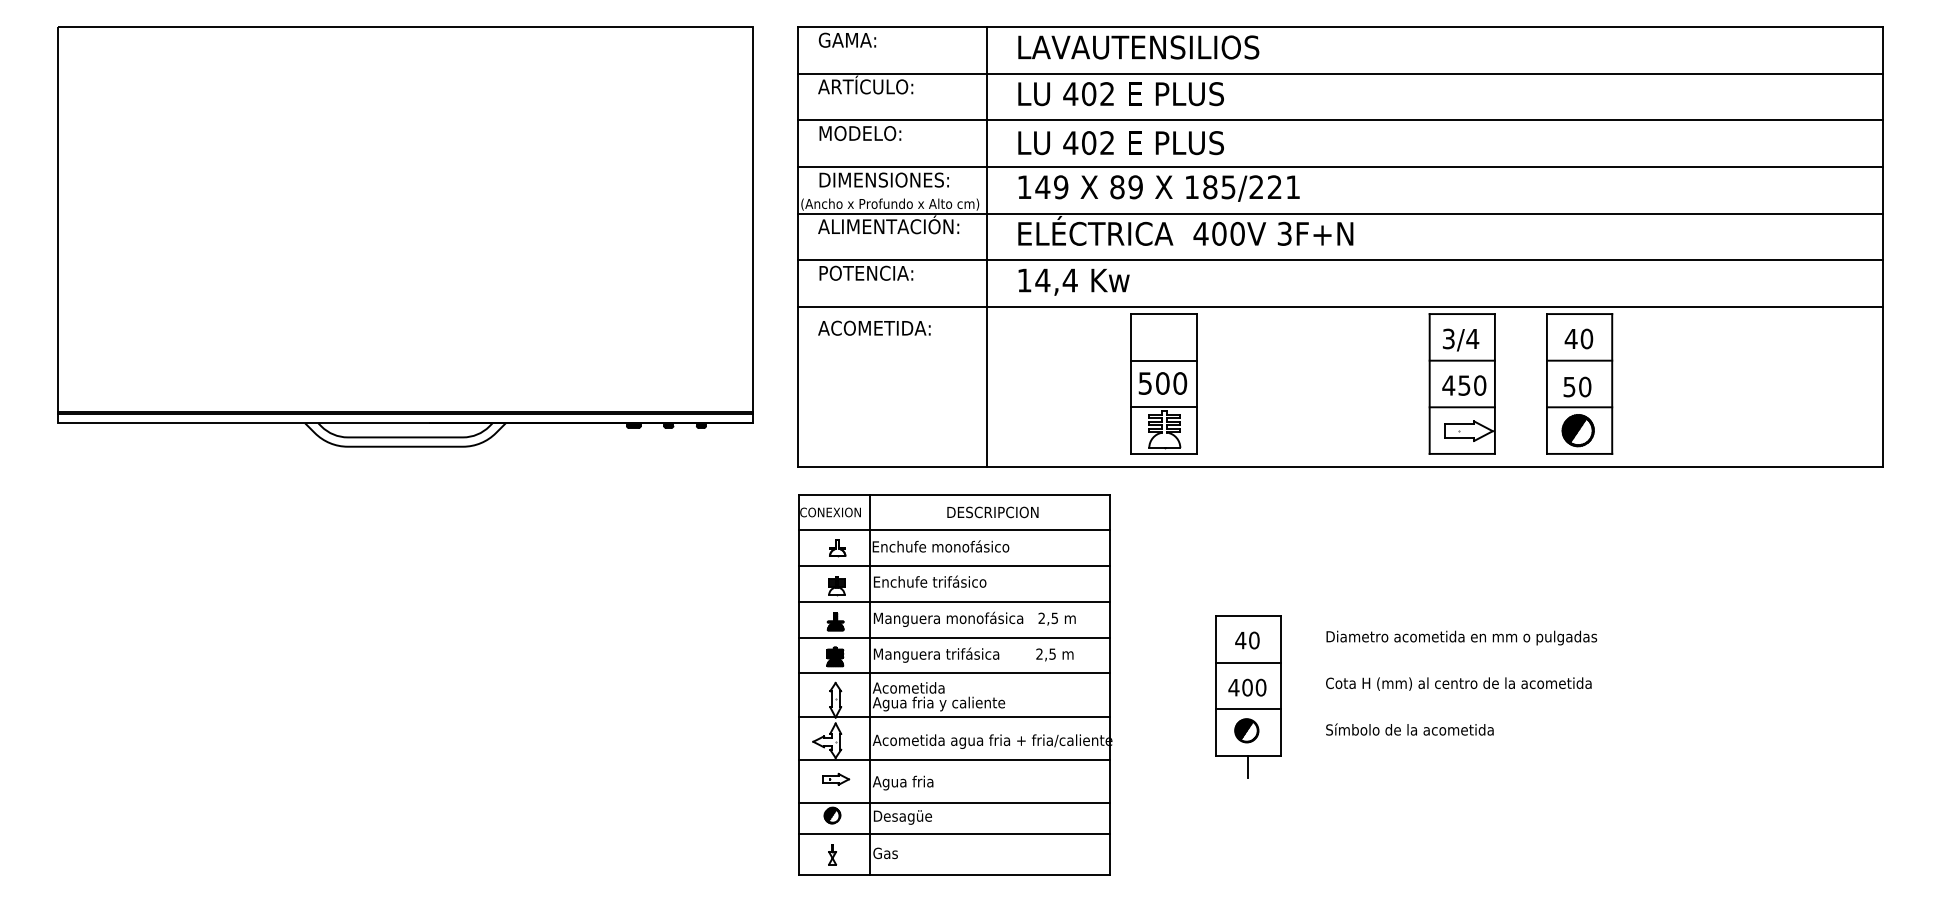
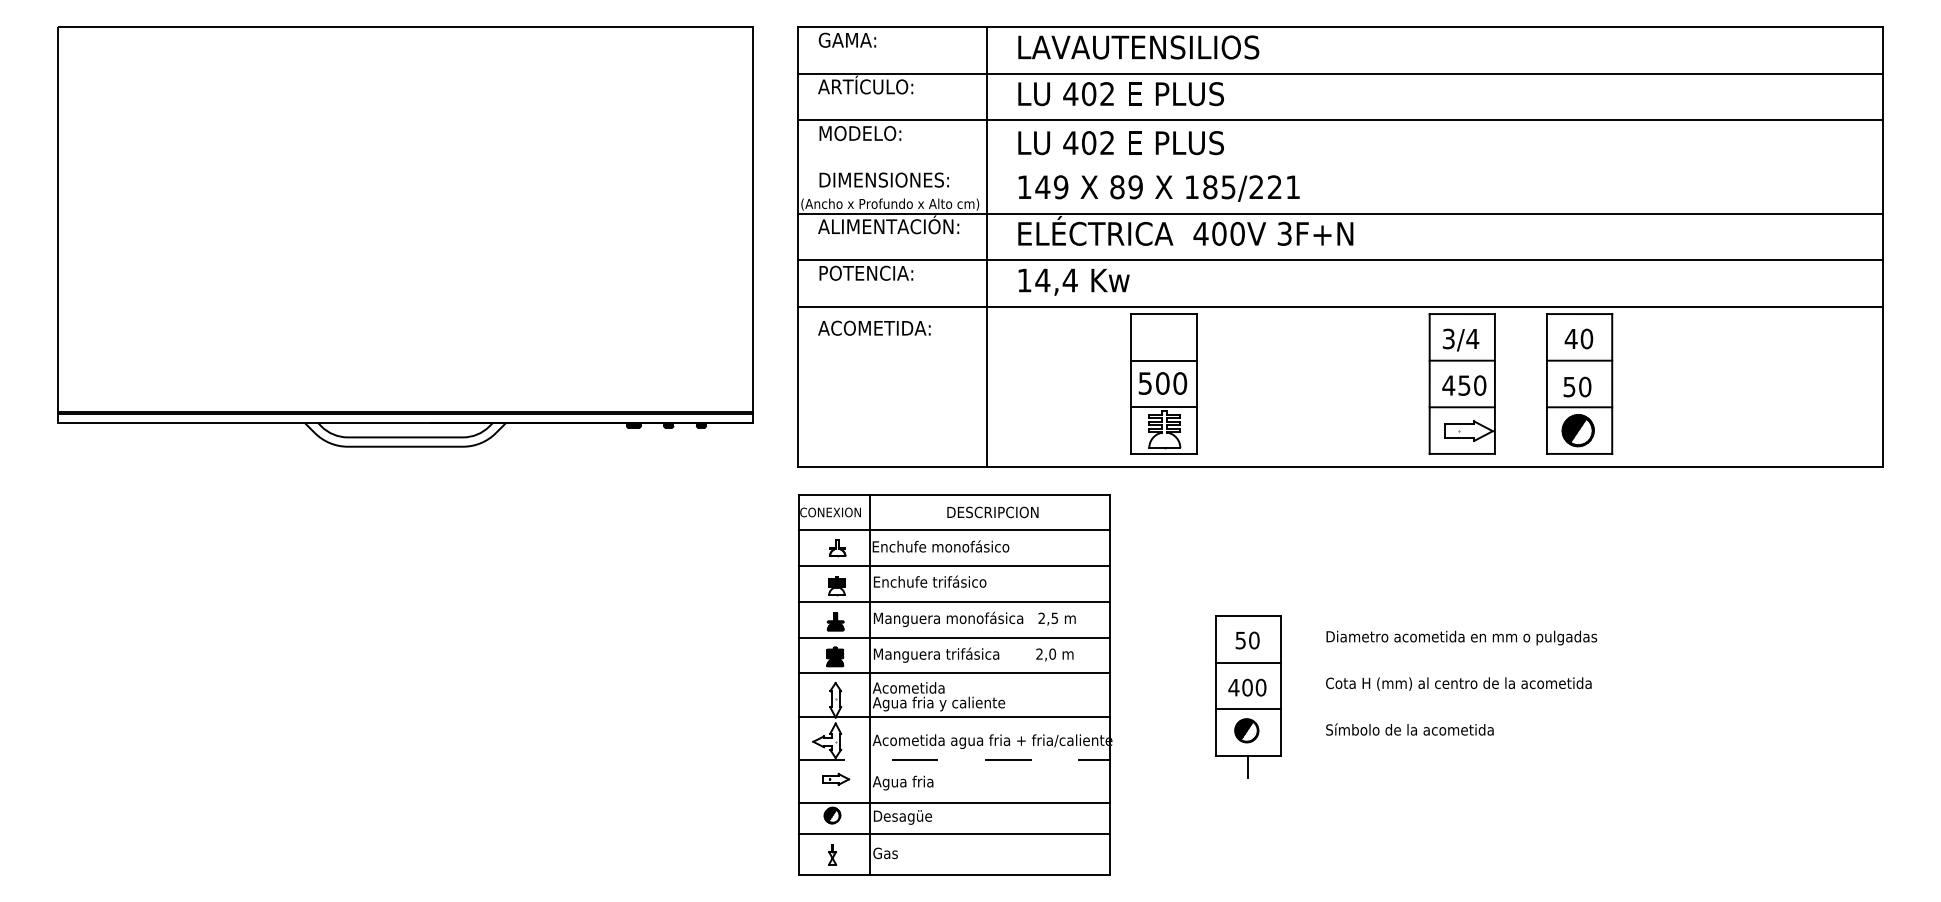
line at (1339, 167): present -> none
text at (1240, 640): 40 -> 50
text at (1052, 653): 2,5 -> 2,0
line at (954, 759): solid -> dashed
